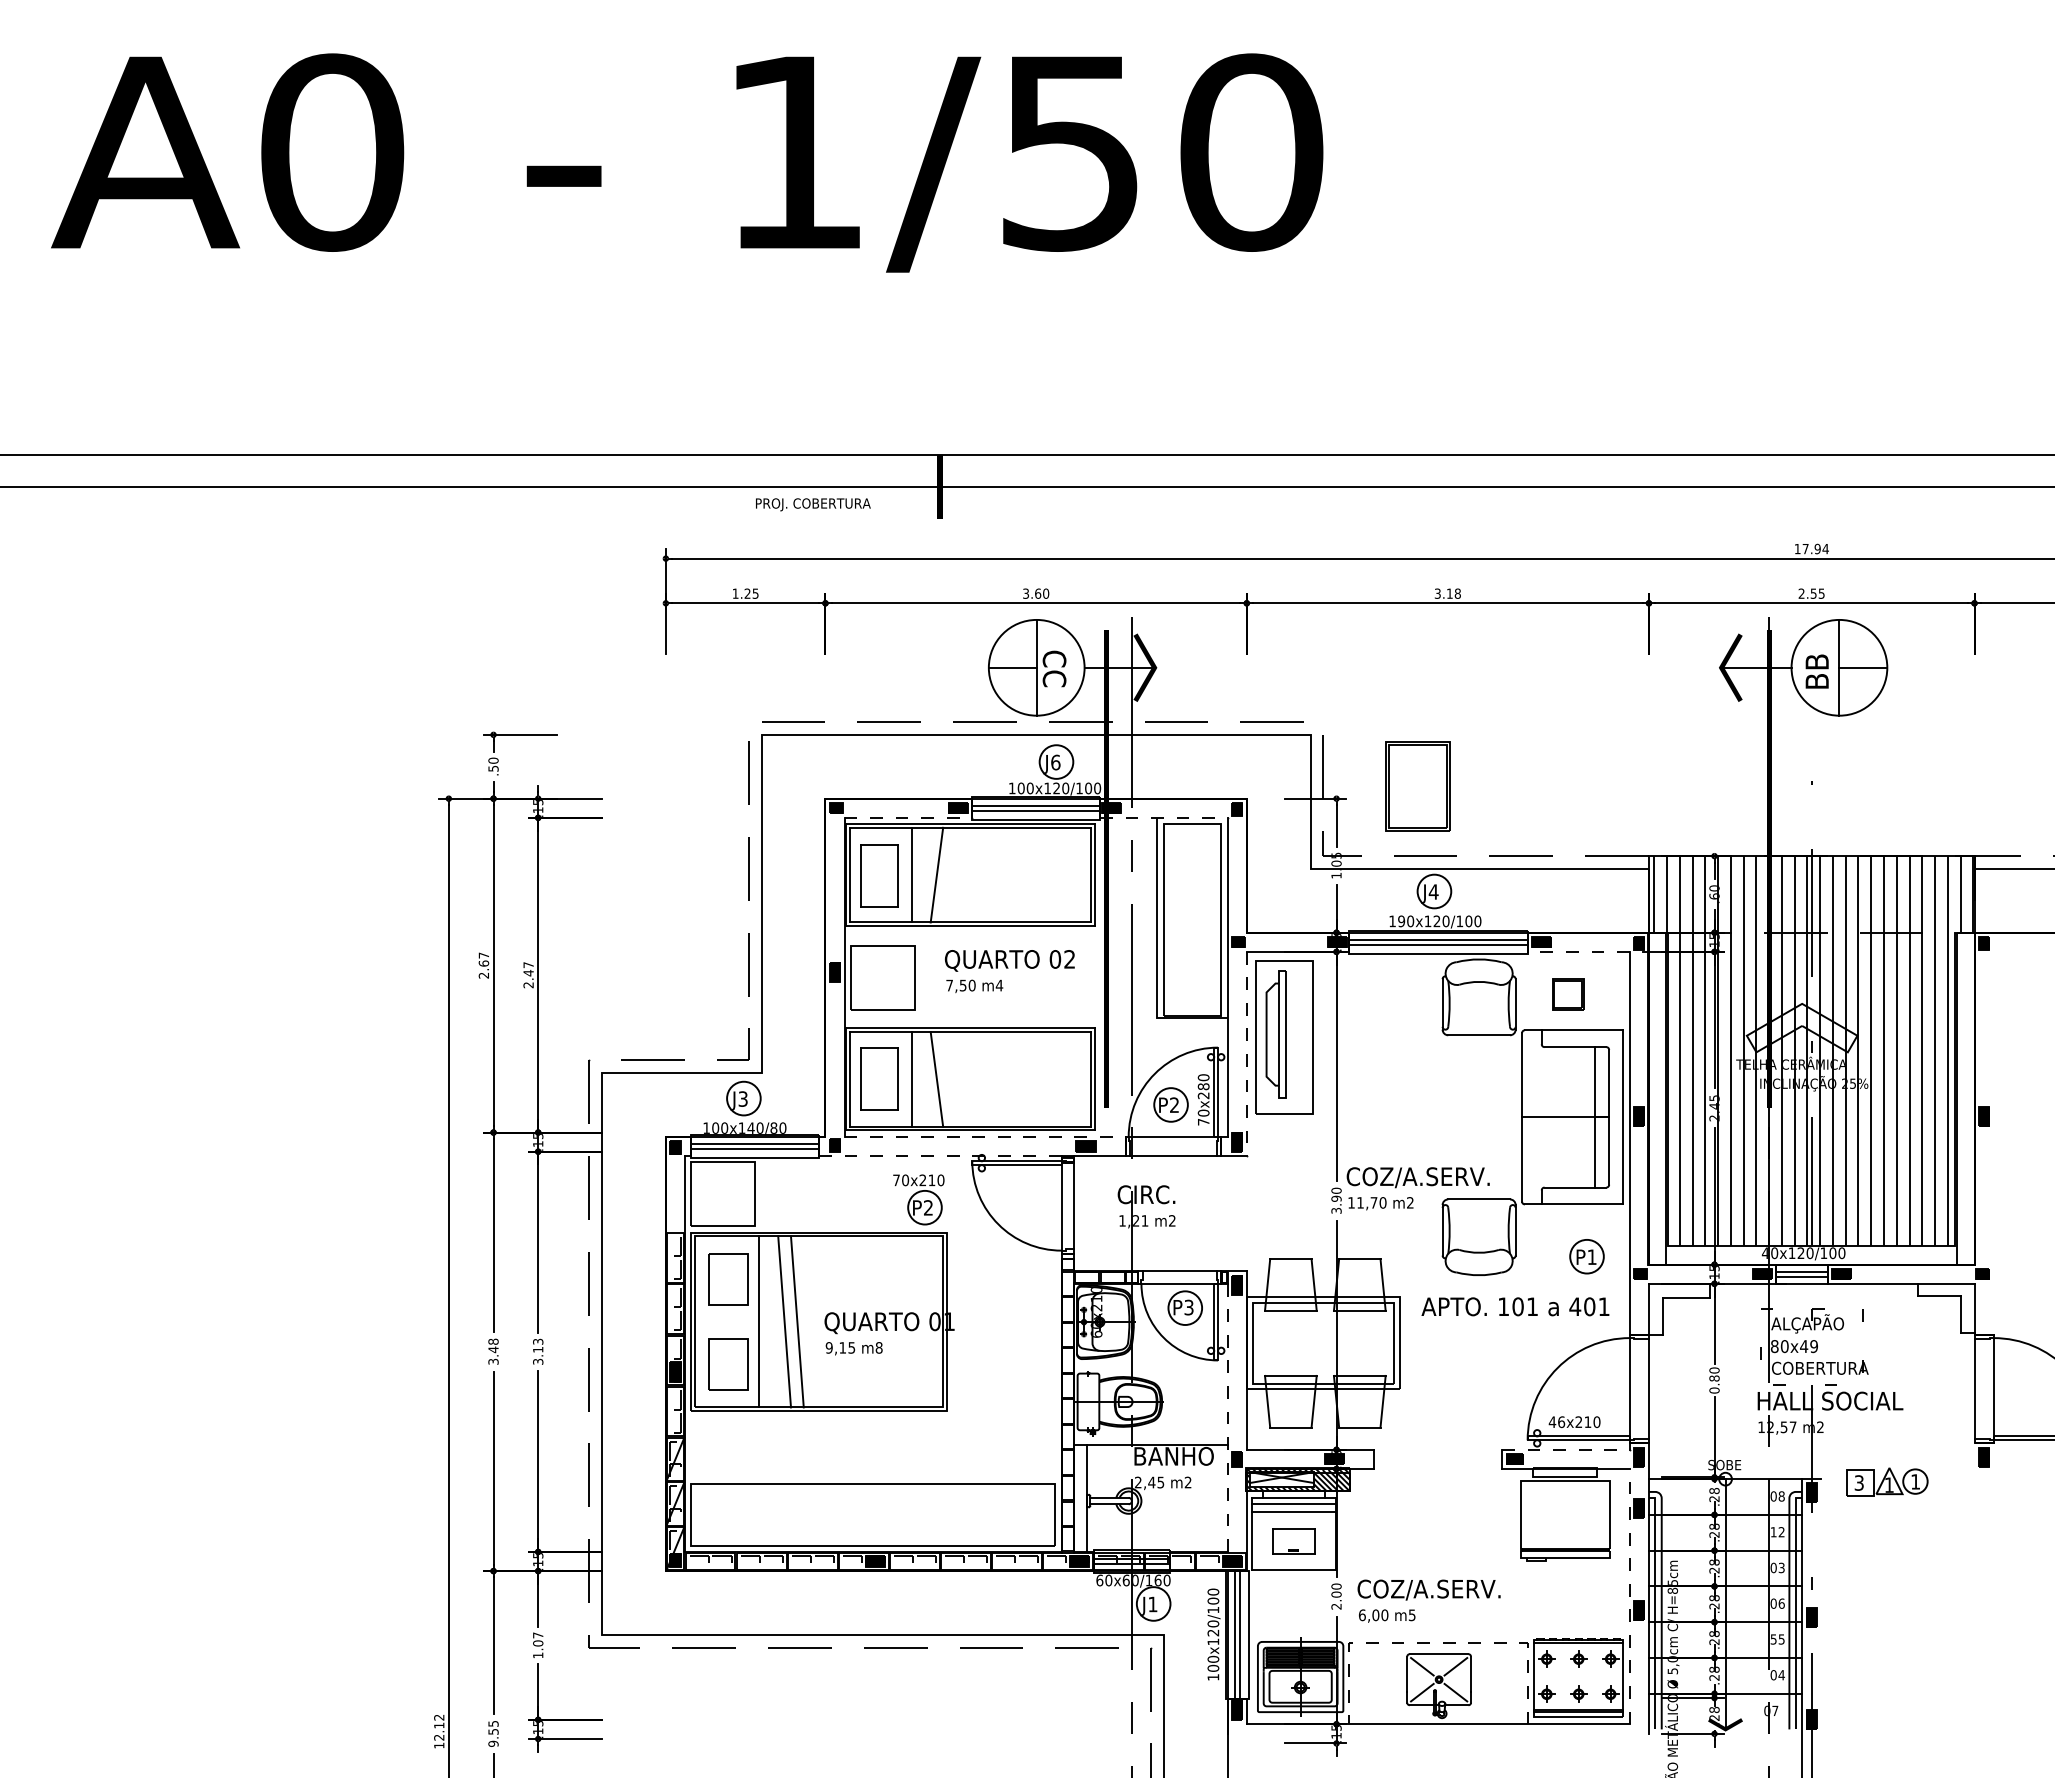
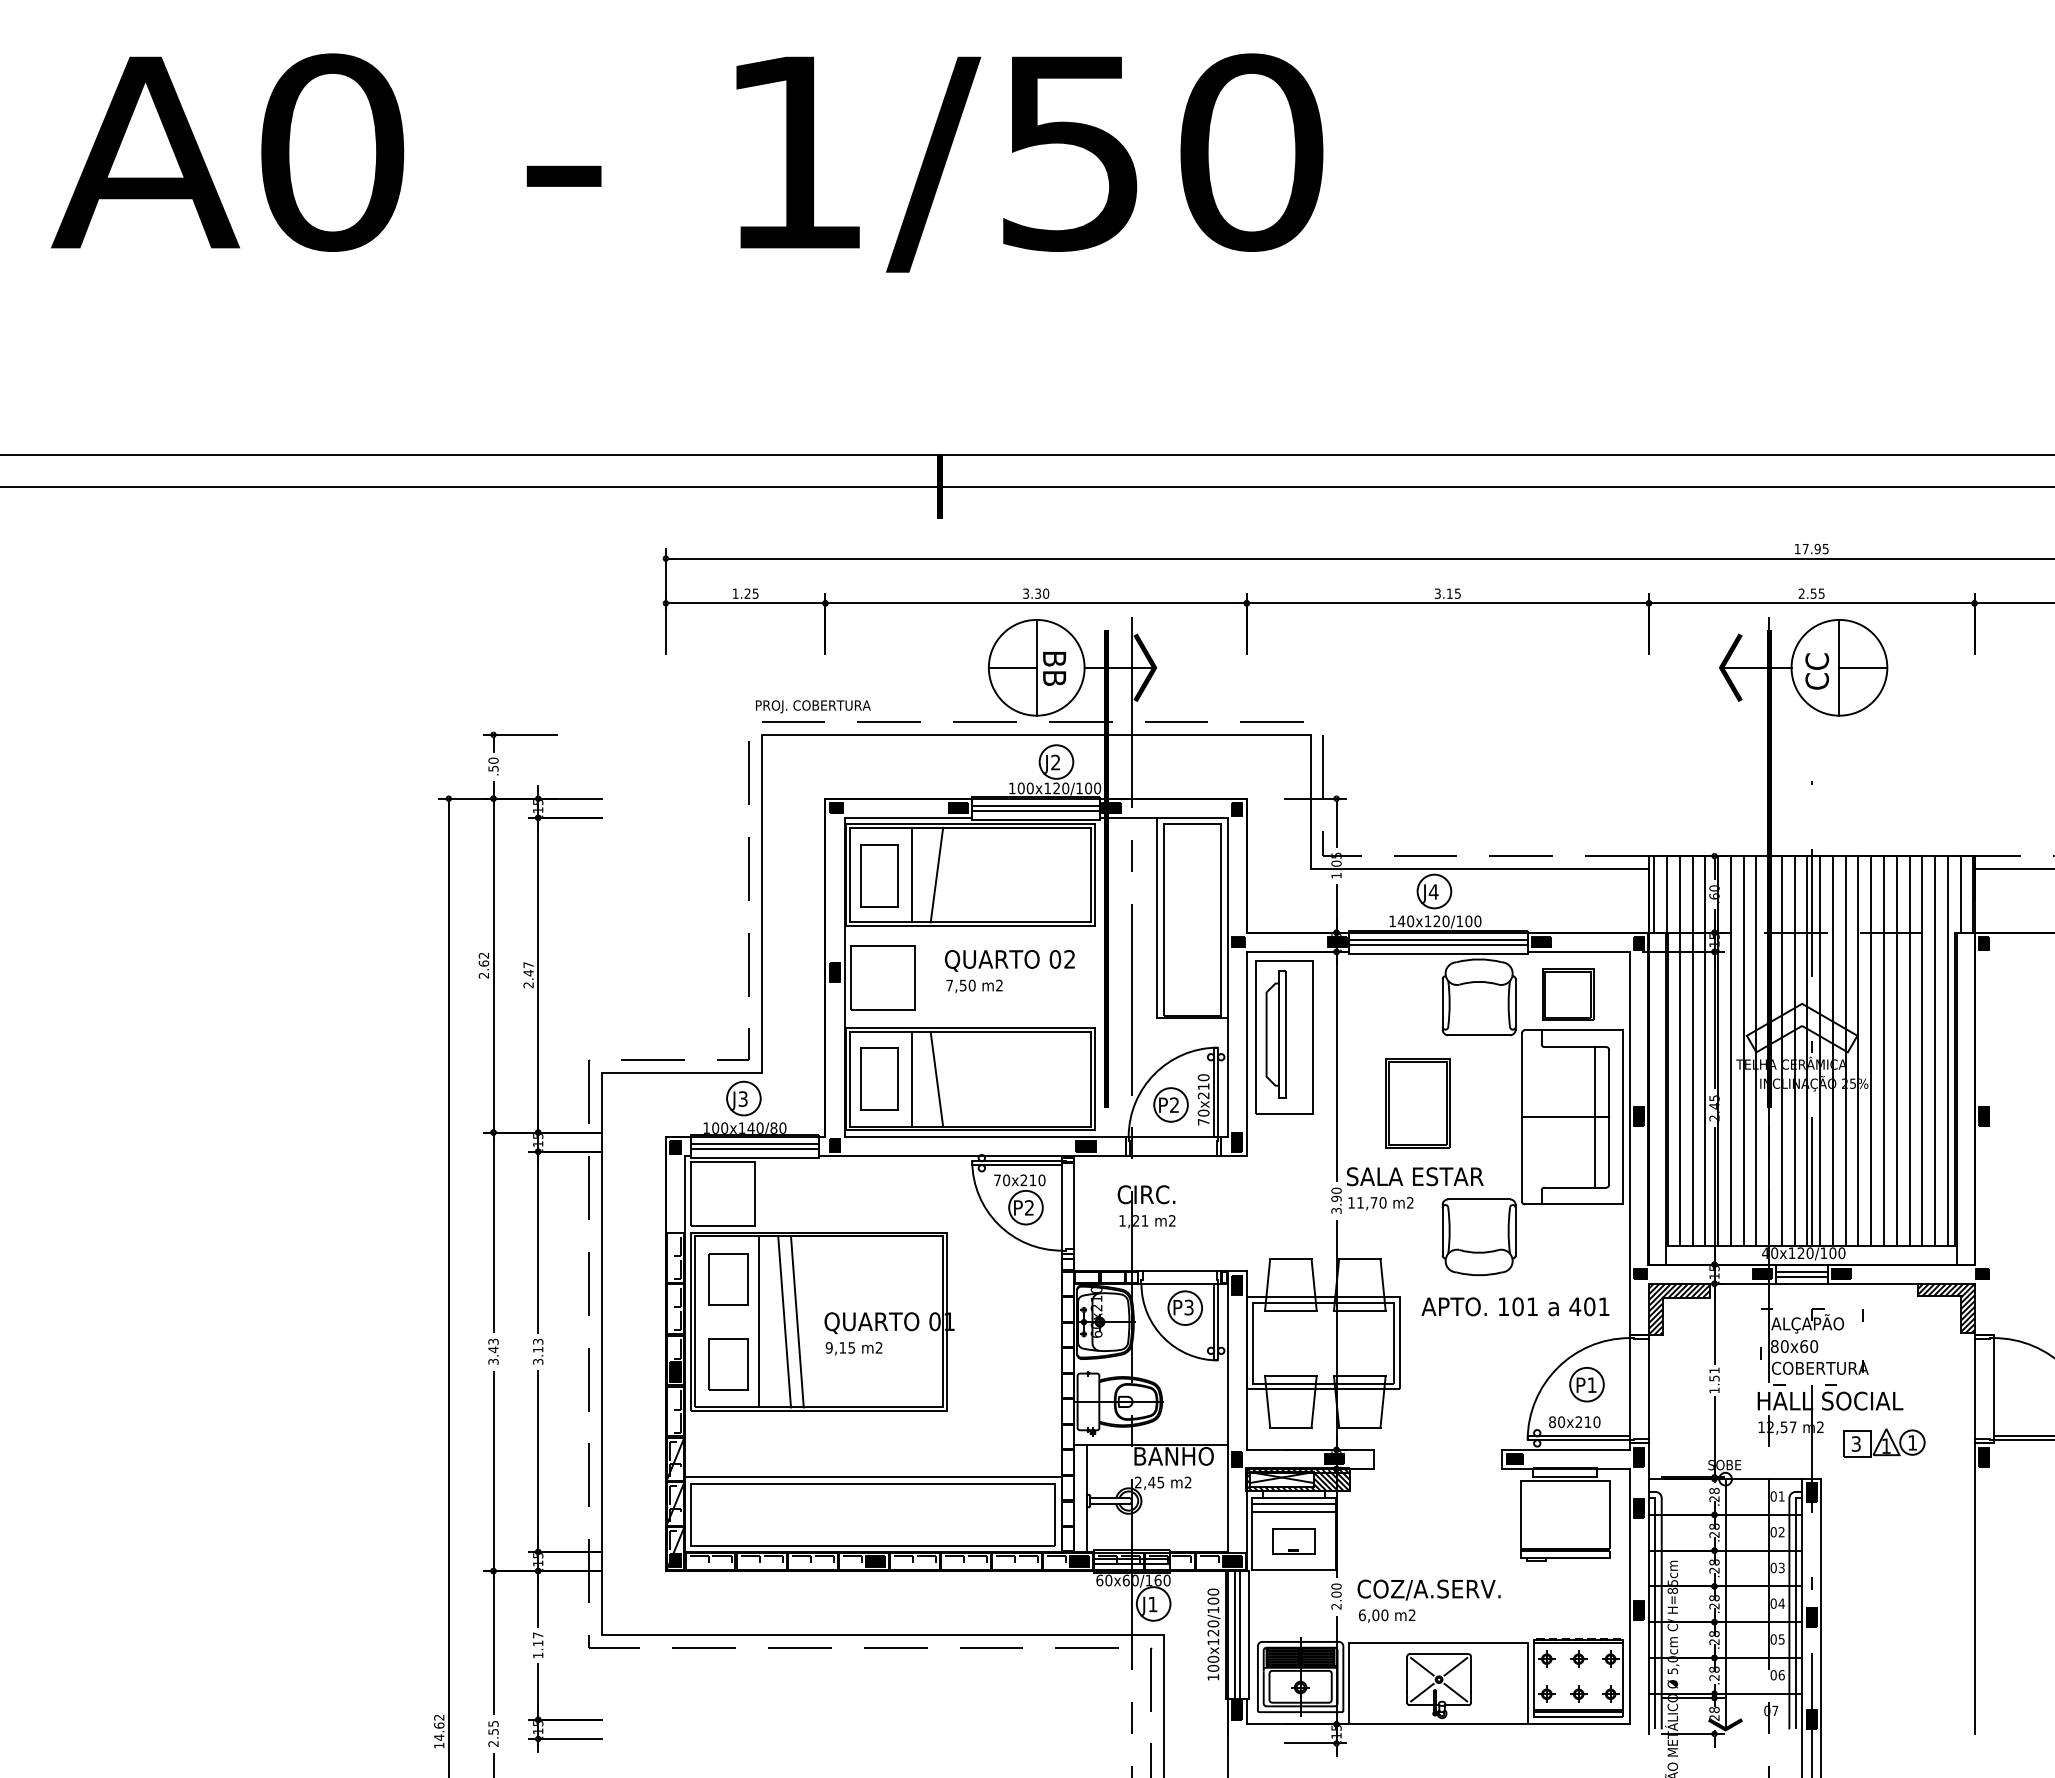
text at (813, 504) position: (813, 504) -> (813, 706)
text at (1825, 549): 17.94 -> 17.95
text at (1038, 593): 3.60 -> 3.30
text at (1457, 593): 3.18 -> 3.15
text at (1054, 668): CC -> BB
text at (1817, 671): BB -> CC
text at (1055, 762): J6 -> J2
part at (1417, 786) position: (1417, 786) -> (1417, 1103)
line at (908, 817): dashed -> solid
line at (1163, 817): dashed -> solid
text at (1401, 921): 190x120/100 -> 140x120/100
line at (1578, 951): dashed -> solid
text at (483, 955): 2.67 -> 2.62
text at (999, 985): m4 -> m2
part at (1568, 994) size: 33x33 px -> 53x53 px
line at (1246, 1054): dashed -> solid
text at (1203, 1086): 70x280 -> 70x210
line at (985, 1137): dashed -> solid
line at (940, 1156): dashed -> solid
text at (1417, 1177): COZ/A.SERV. -> SALA ESTAR
part at (918, 1199) position: (918, 1199) -> (1019, 1199)
part at (1586, 1256) position: (1586, 1256) -> (1586, 1384)
hatch at (1678, 1308): none -> present
hatch at (1946, 1308): none -> present
text at (493, 1341): 3.48 -> 3.43
text at (1808, 1346): 80x49 -> 80x60
text at (878, 1347): m8 -> m2
text at (1714, 1380): 0.80 -> 1.51
line at (1227, 1418): dashed -> solid
text at (1556, 1422): 46x210 -> 80x210
line at (1565, 1449): dashed -> solid
line at (873, 1477): none -> present
part at (1887, 1481) position: (1887, 1481) -> (1884, 1442)
text at (1781, 1496): 08 -> 01
text at (1773, 1532): 12 -> 02
line at (1974, 1588): none -> present
line at (1629, 1596): dashed -> solid
text at (1781, 1603): 06 -> 04
text at (1411, 1615): m5 -> m2
line at (1821, 1626): none -> present
text at (1773, 1639): 55 -> 05
text at (538, 1643): 1.07 -> 1.17
line at (1437, 1643): dashed -> solid
text at (1781, 1675): 04 -> 06
text at (439, 1731): 12.12 -> 14.62
text at (493, 1743): 9.55 -> 2.55
